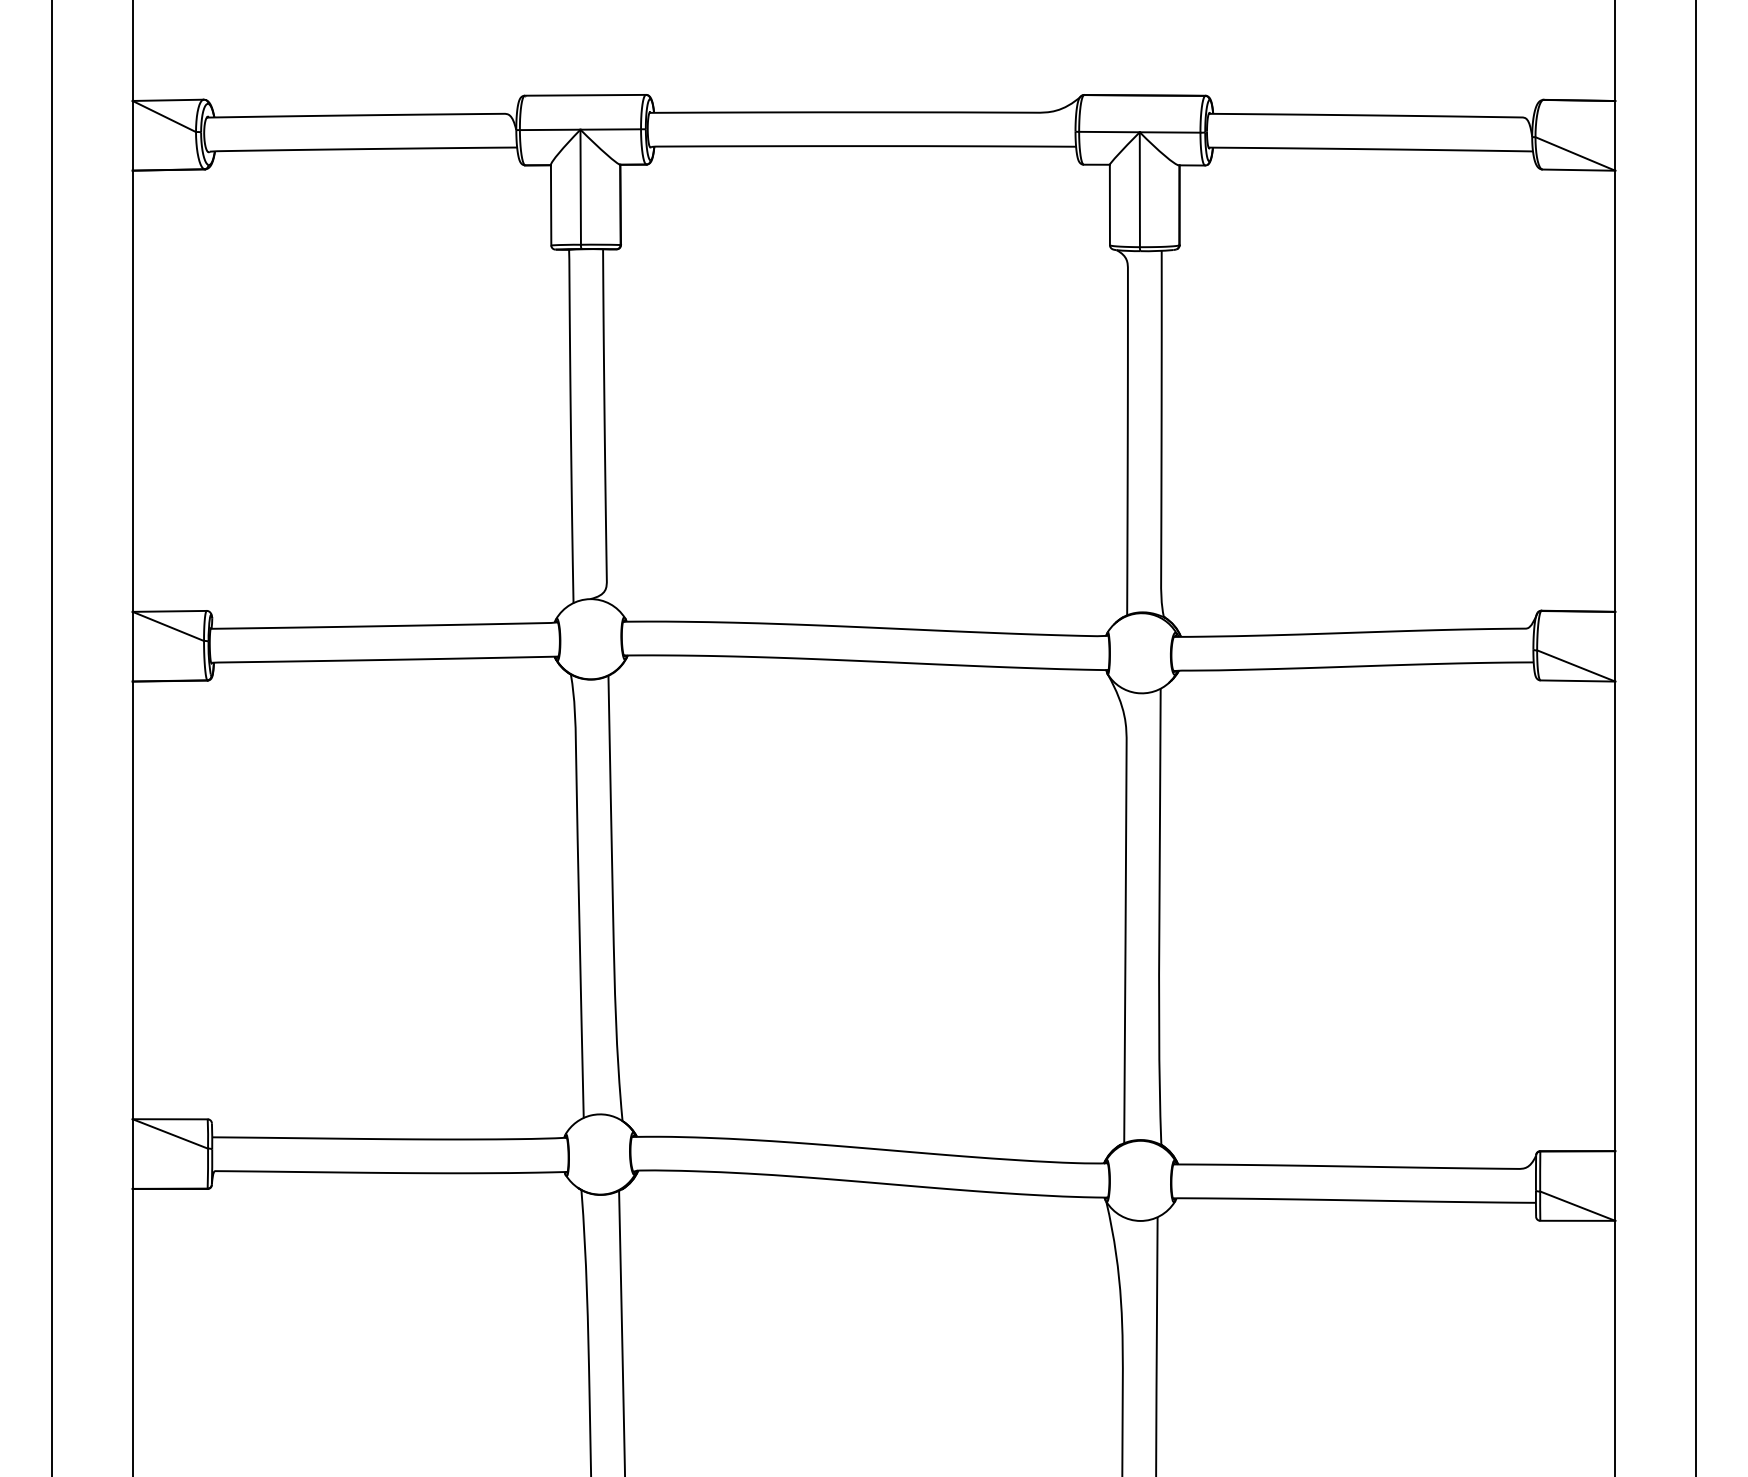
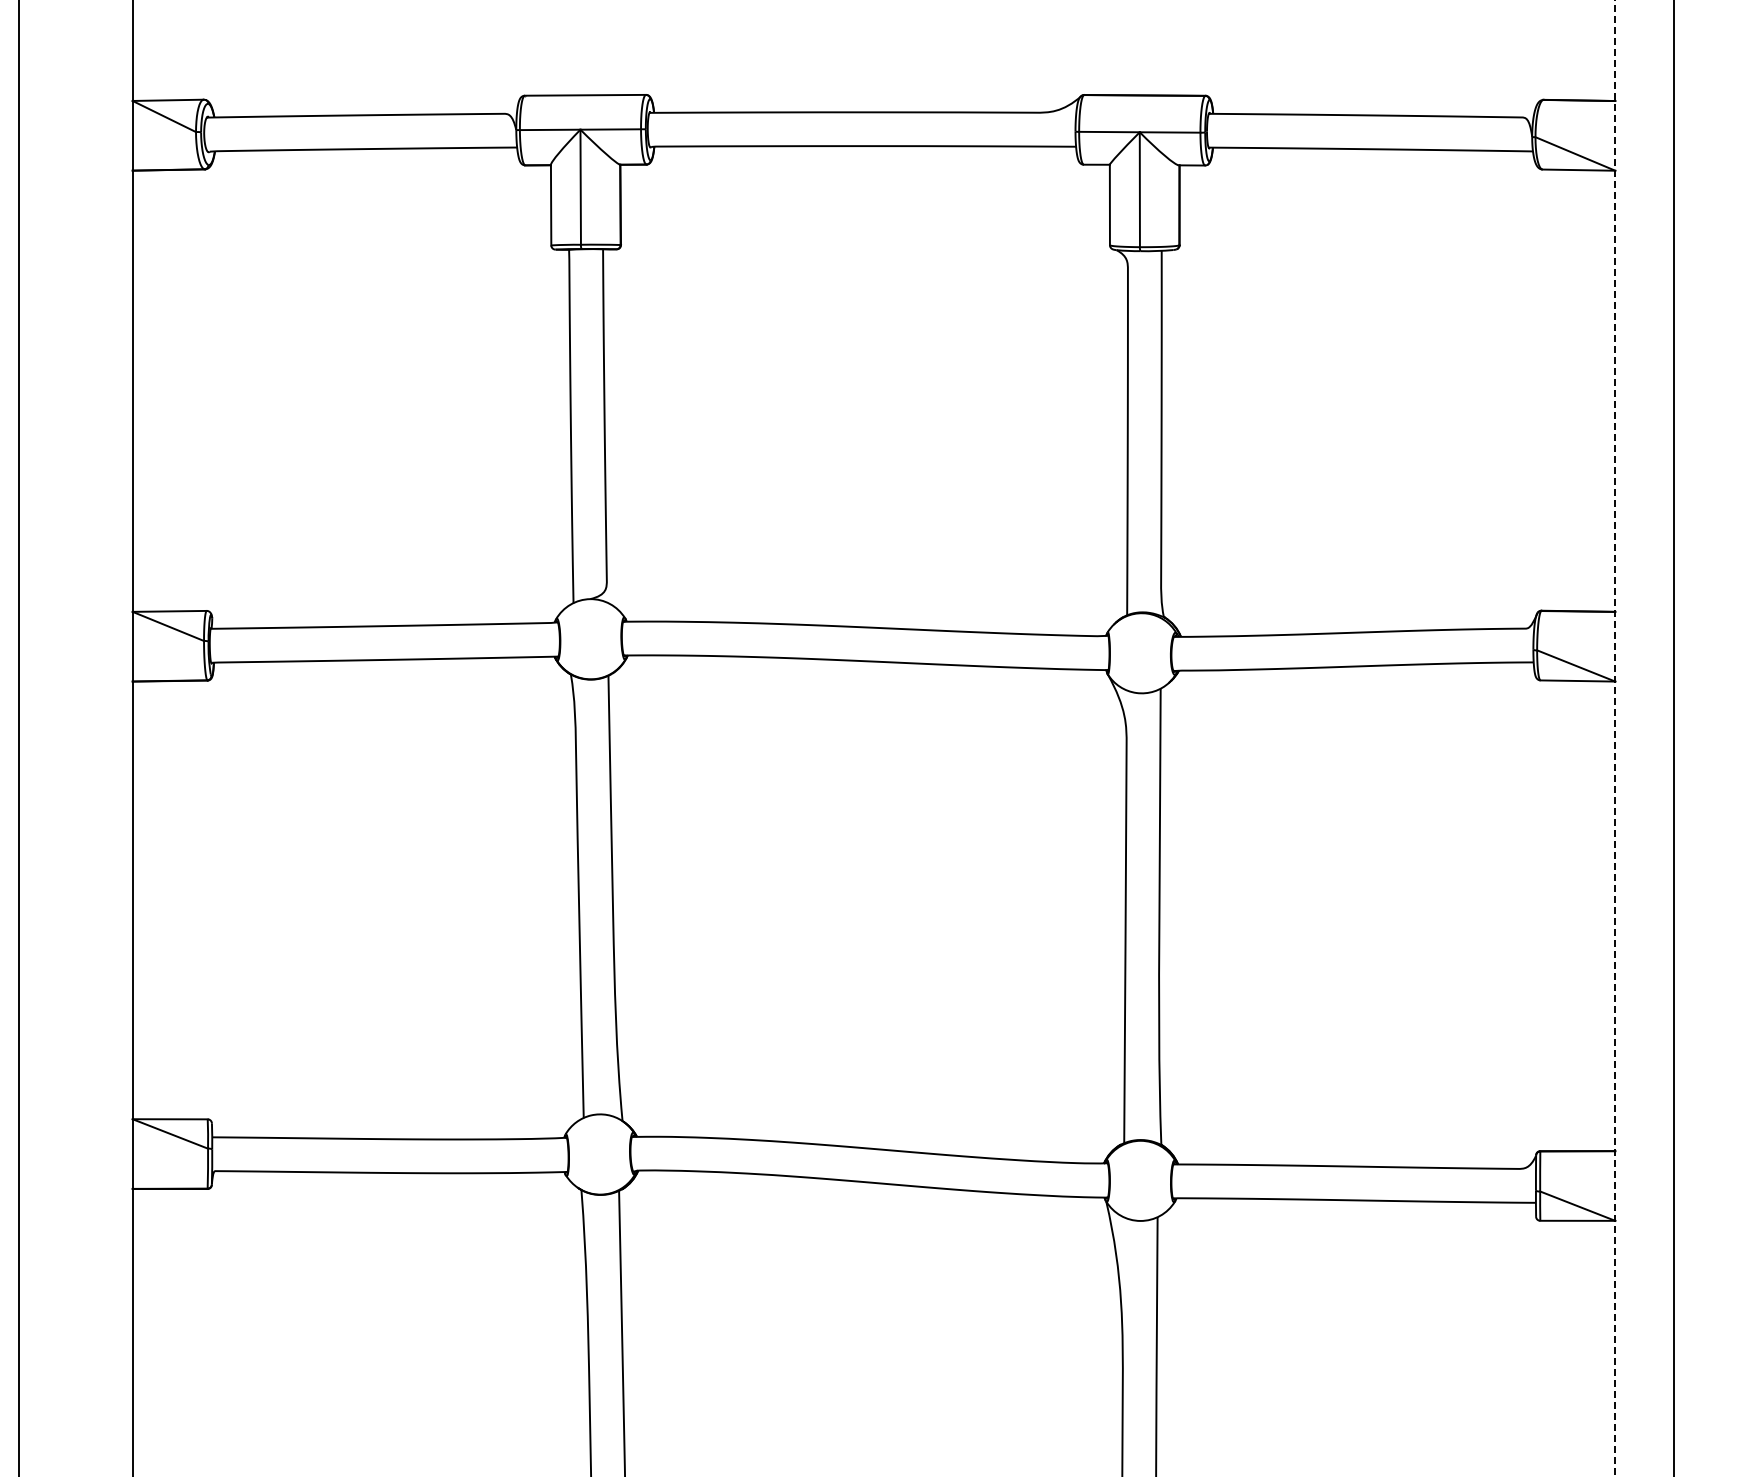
line at (52, 737) position: (52, 737) -> (19, 737)
line at (1695, 737) position: (1695, 737) -> (1673, 737)
line at (1615, 738): solid -> dashed
